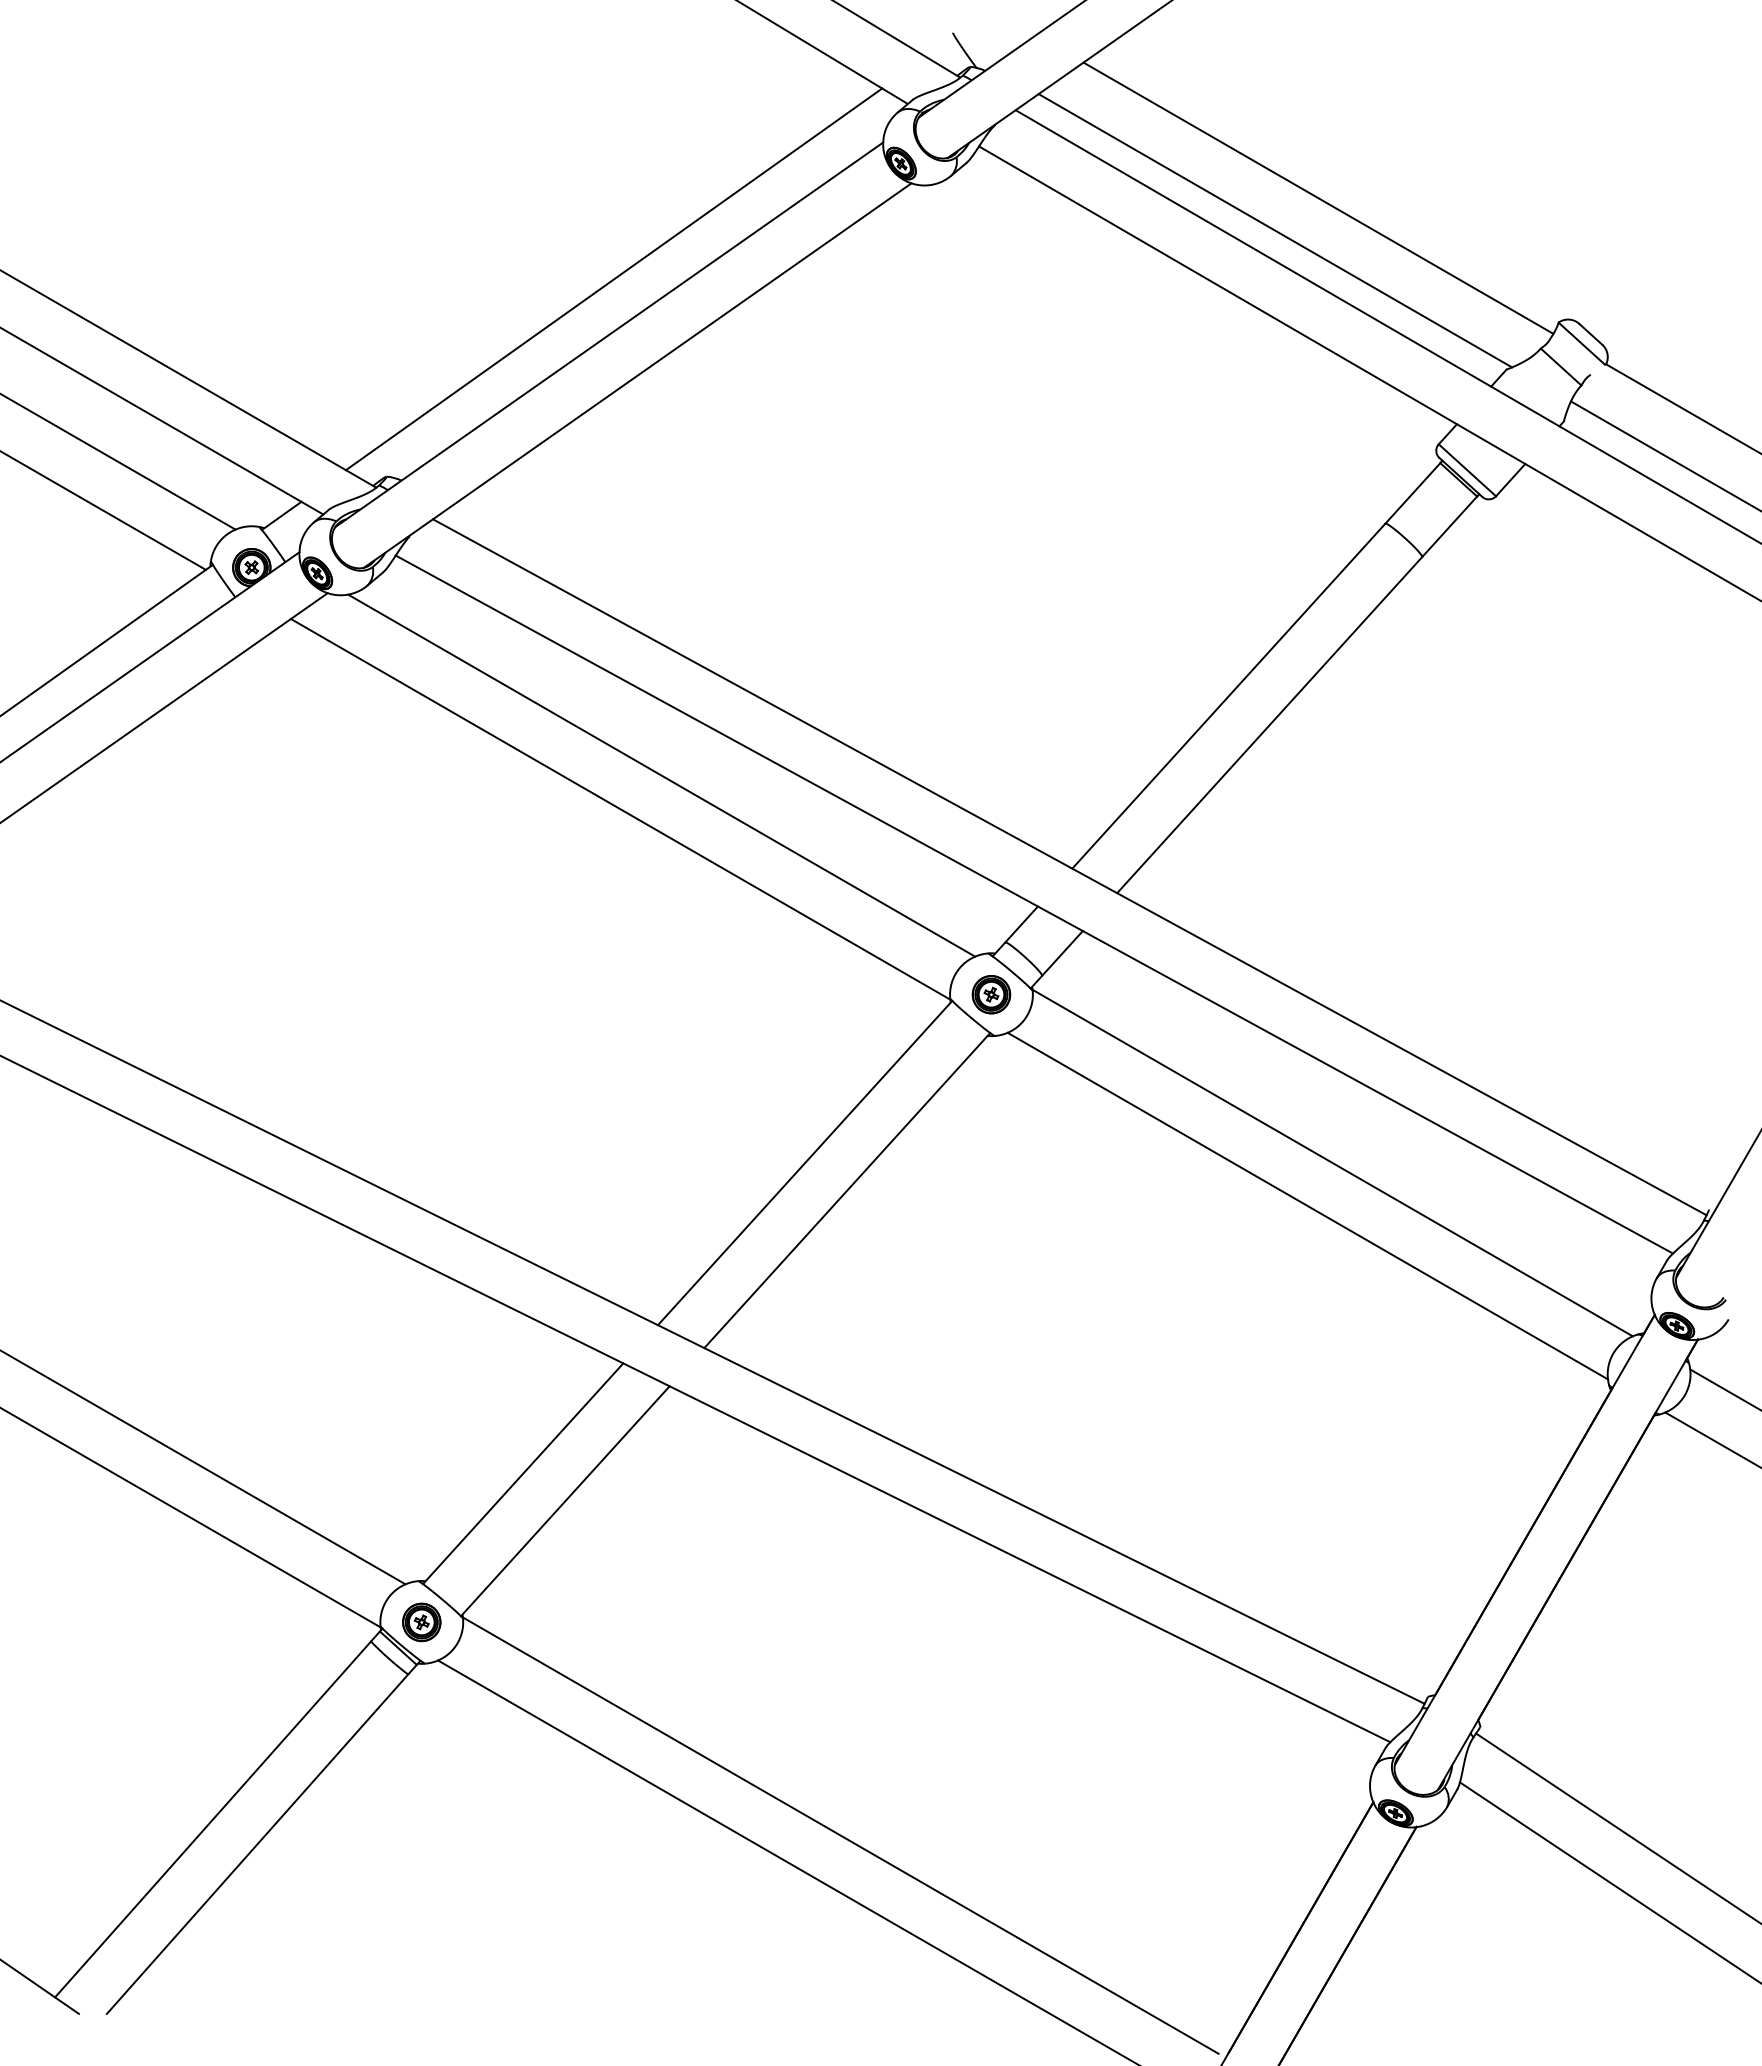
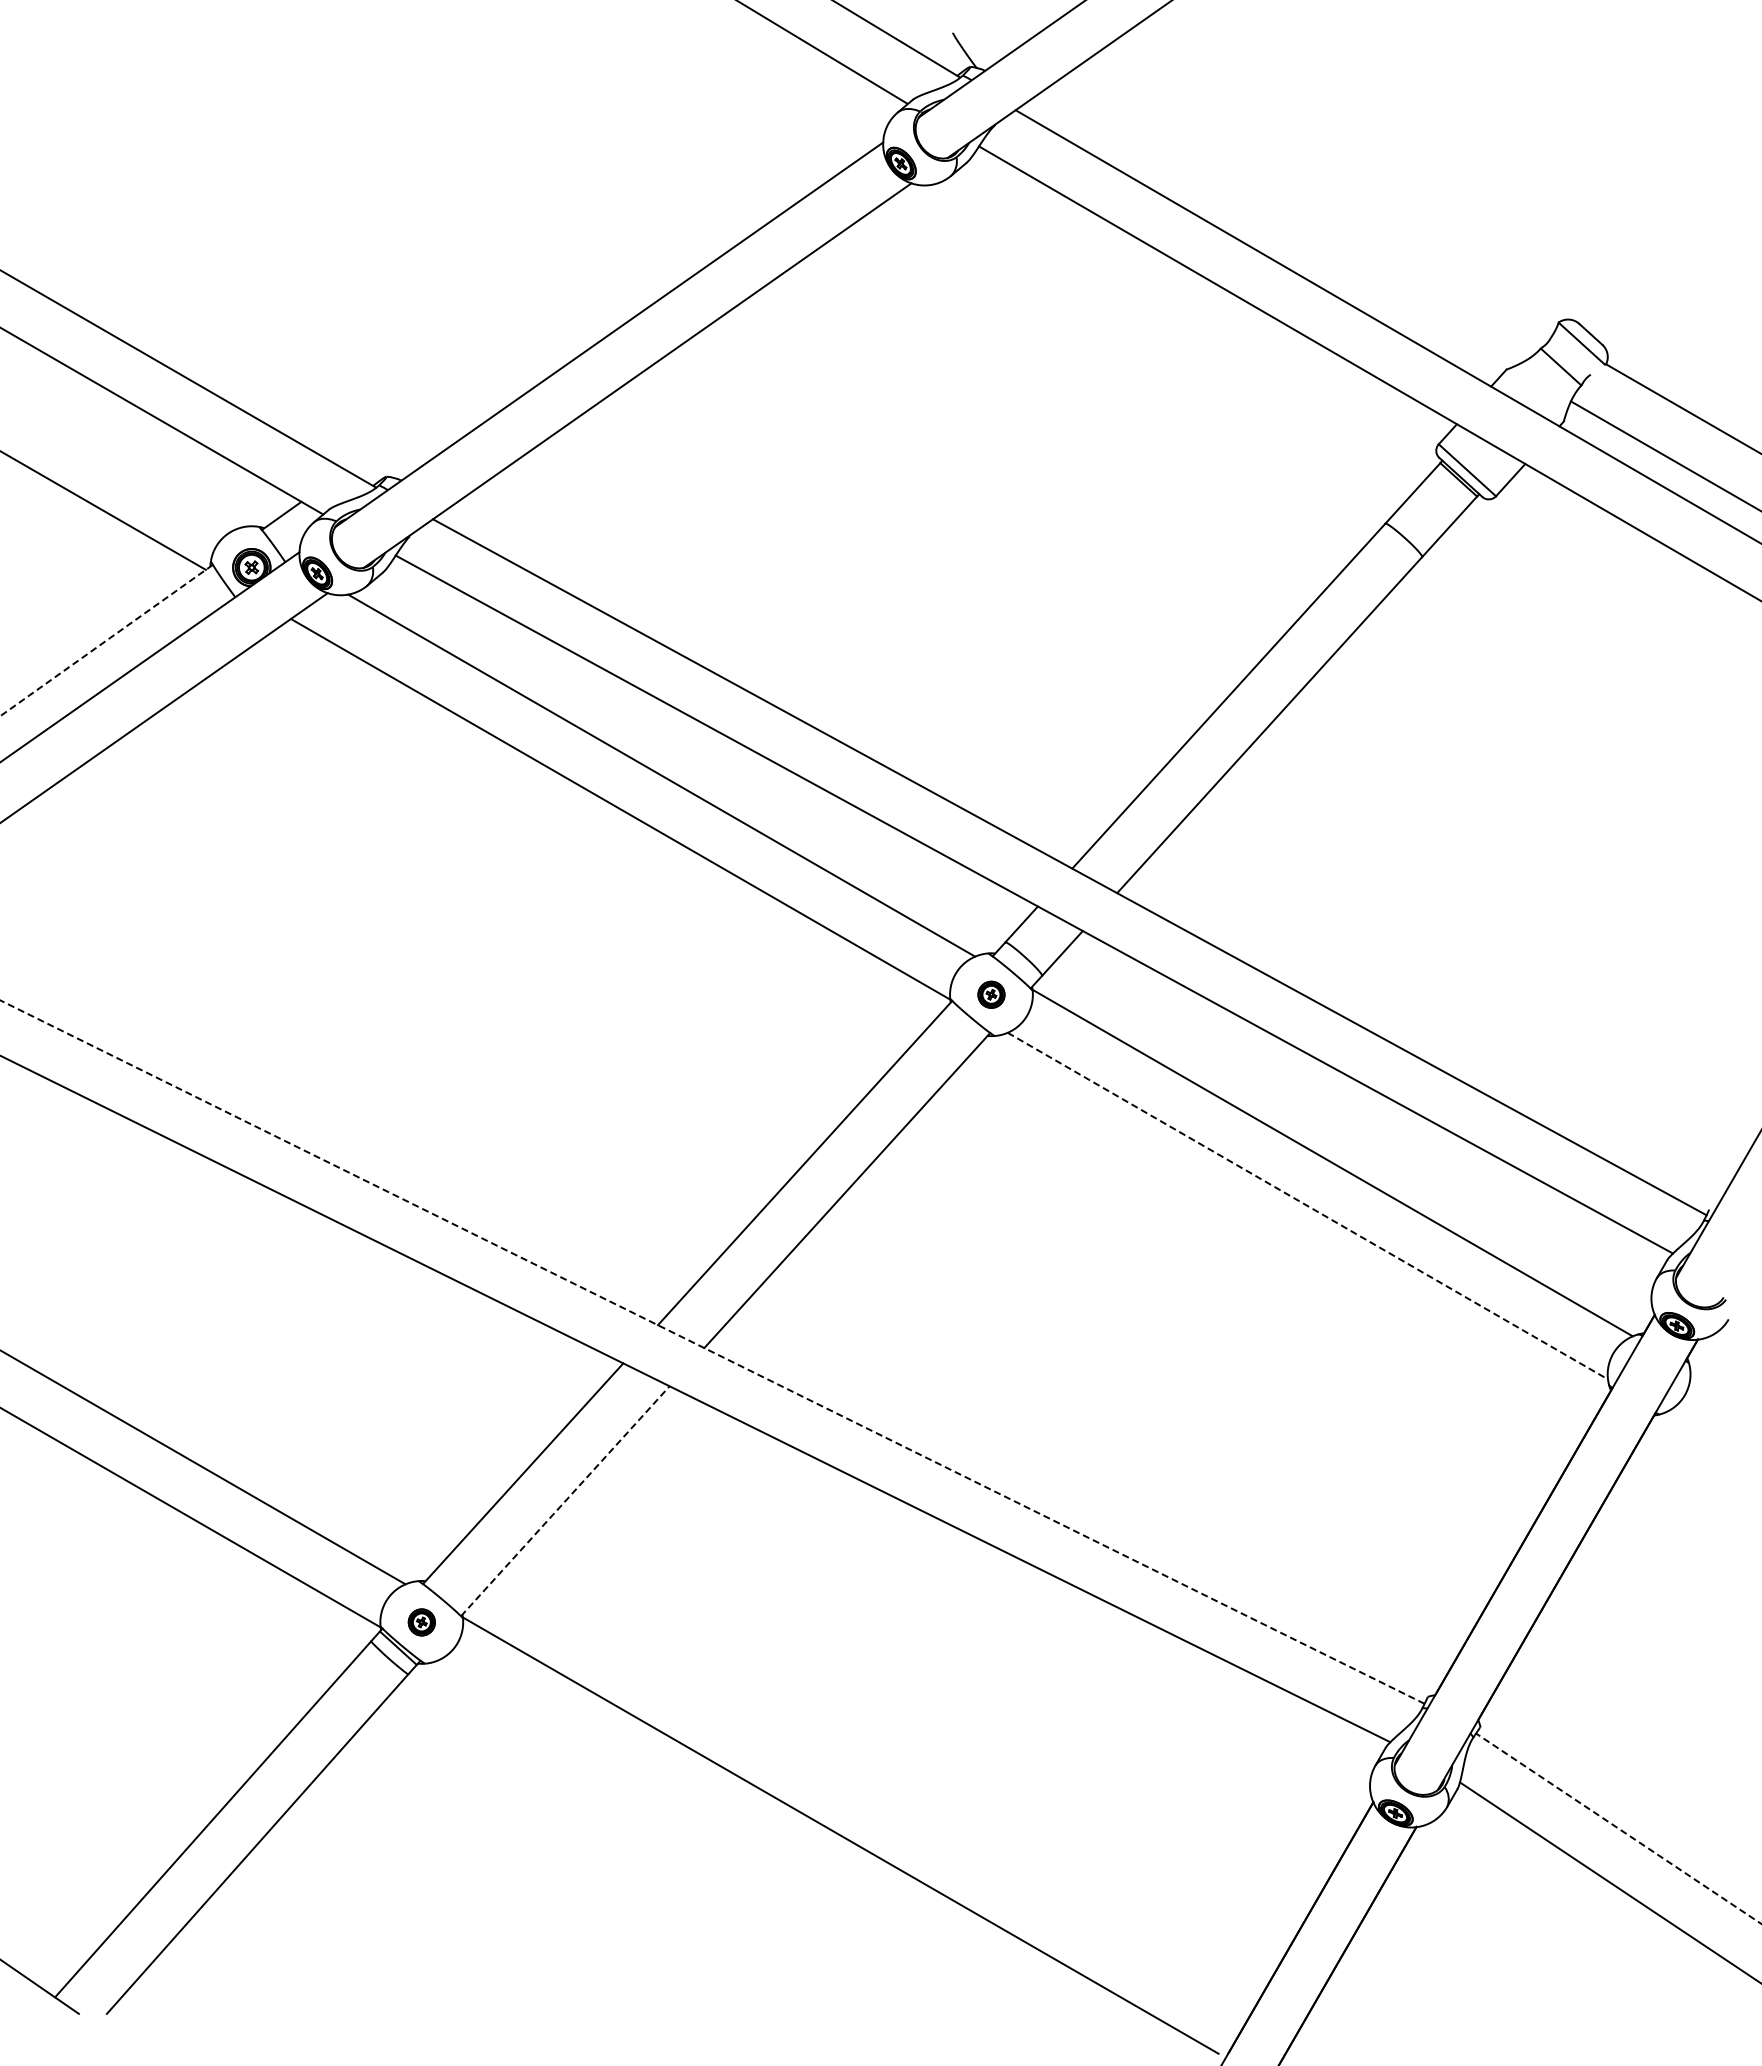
line at (1318, 197): present -> none
line at (1275, 230): present -> none
line at (613, 279): present -> none
line at (118, 462): present -> none
line at (106, 640): solid -> dashed
part at (991, 994) size: 41x40 px -> 29x29 px
line at (1307, 1206): solid -> dashed
line at (712, 1352): solid -> dashed
line at (1724, 1388): present -> none
line at (1711, 1439): present -> none
line at (565, 1500): solid -> dashed
part at (421, 1622) size: 40x41 px -> 29x29 px
line at (1618, 1828): solid -> dashed
line at (786, 1861): present -> none
